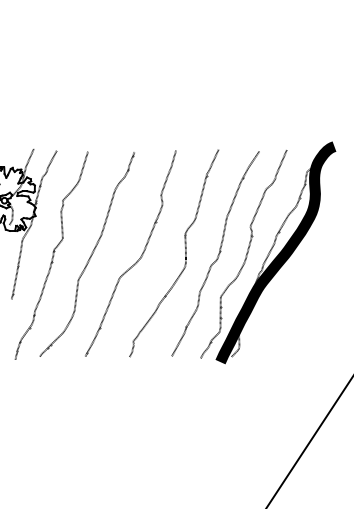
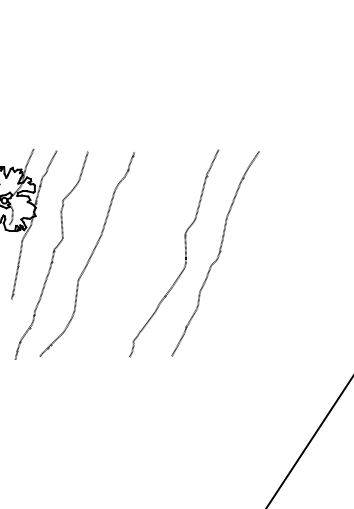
part at (268, 252): present -> none
curve at (137, 260): present -> none
